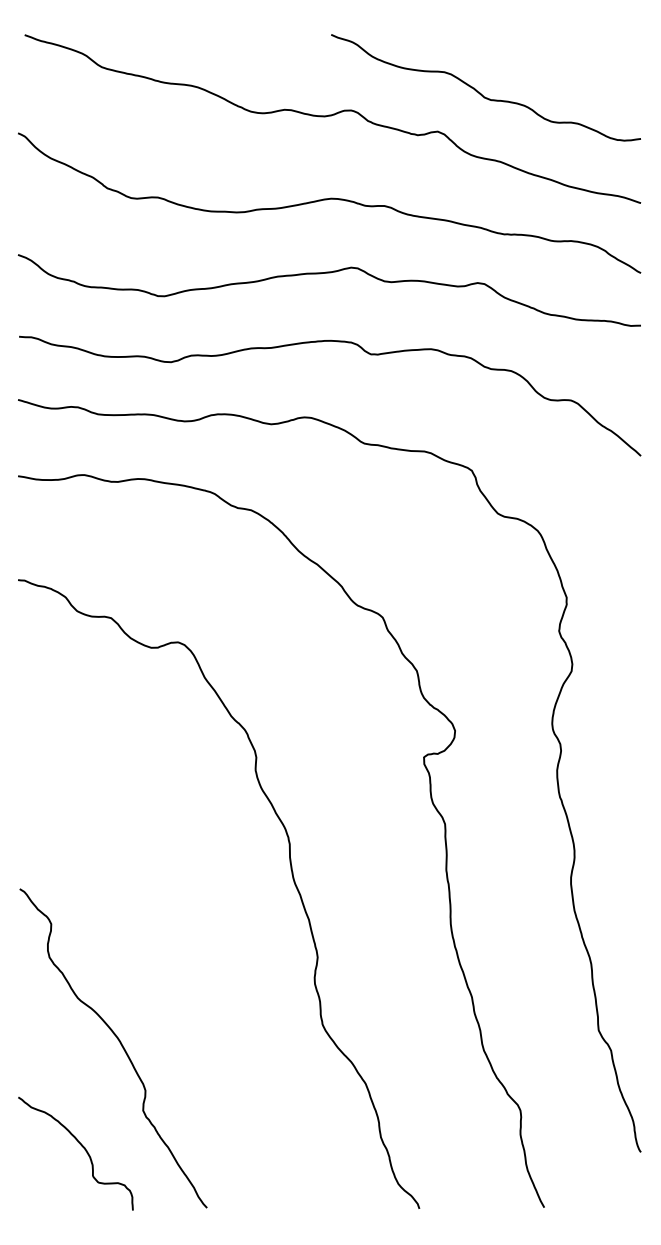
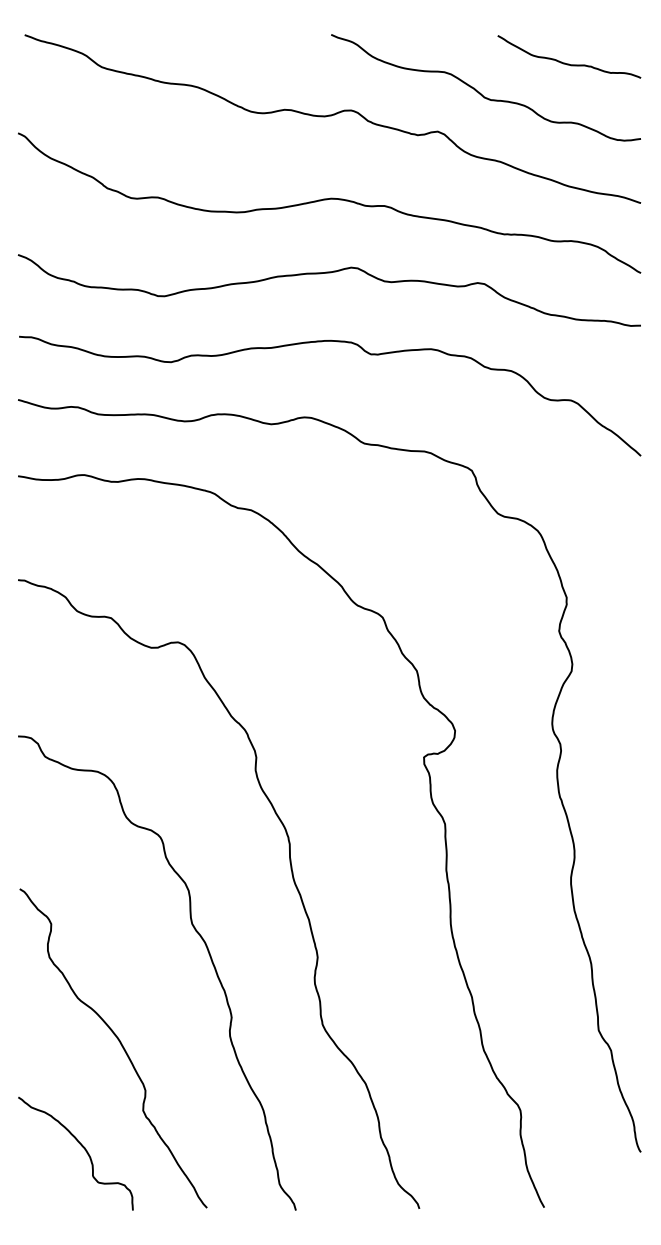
curve at (569, 63): none -> present
curve at (208, 954): none -> present
